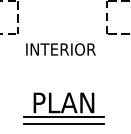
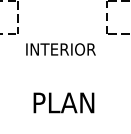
line at (63, 117): present -> none
line at (63, 124): present -> none
